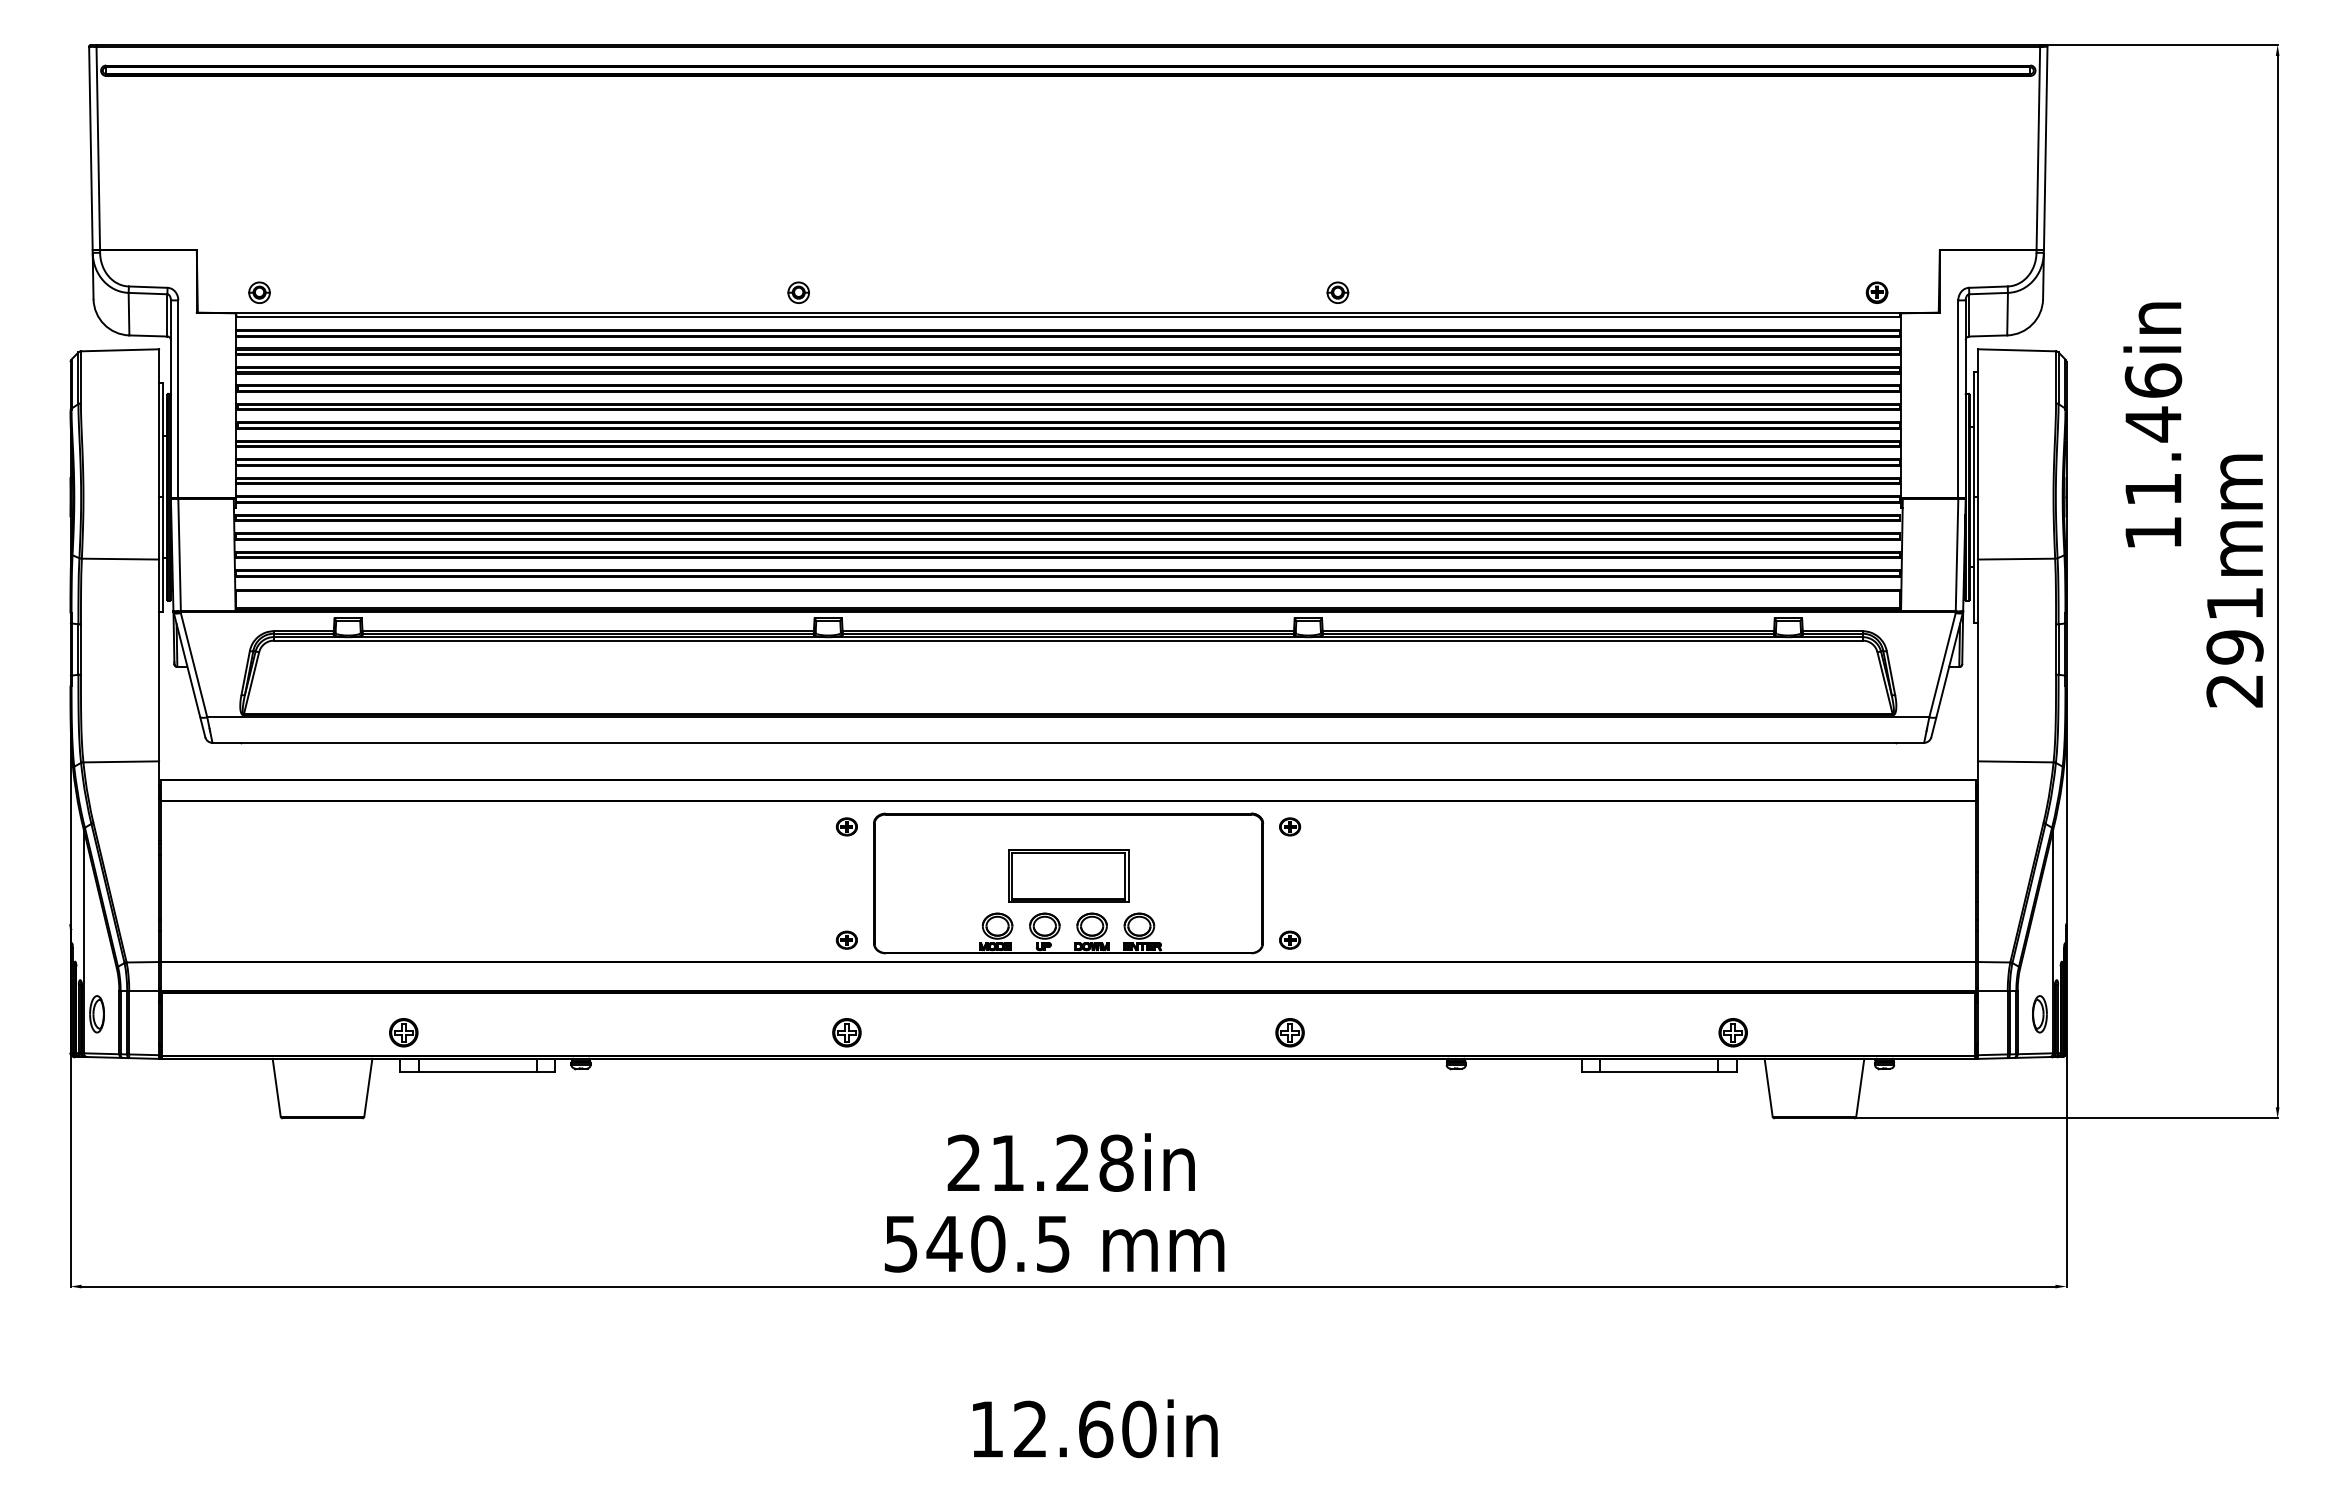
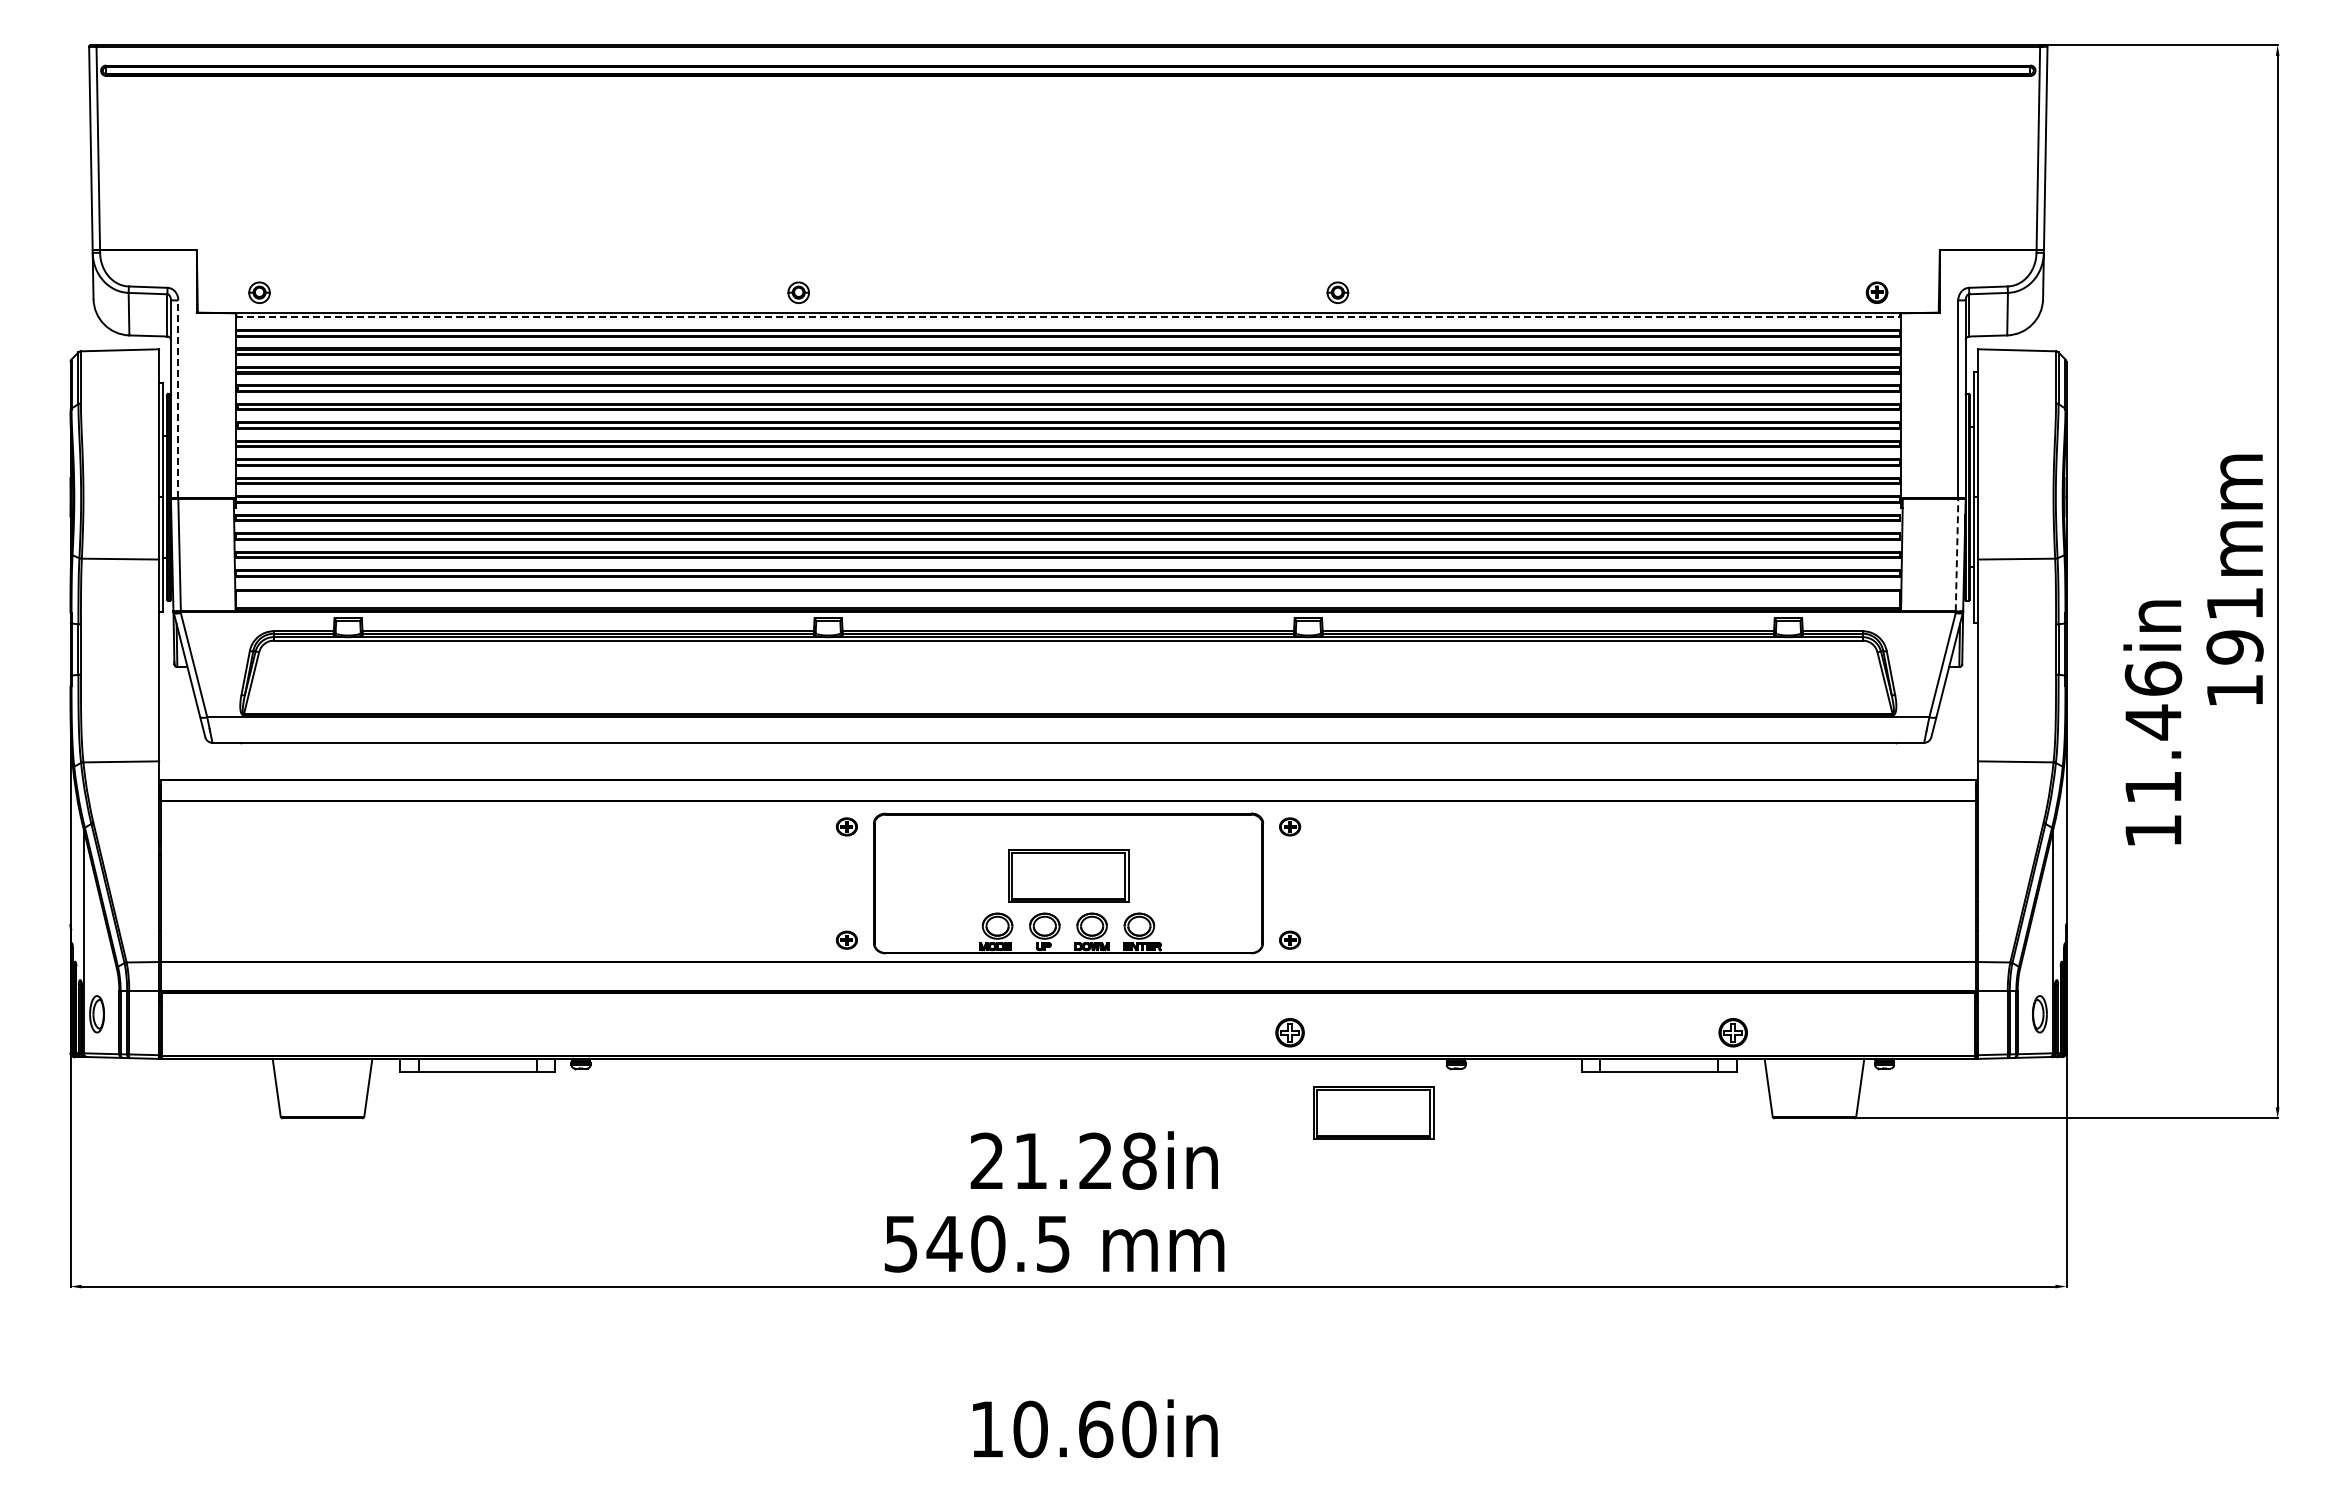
line at (1068, 317): solid -> dashed
line at (178, 399): solid -> dashed
text at (2152, 424) position: (2152, 424) -> (2152, 722)
line at (1957, 554): solid -> dashed
text at (2234, 691): 291mm -> 191mm
part at (403, 1032): present -> none
part at (846, 1032): present -> none
part at (1373, 1112): none -> present
text at (1070, 1162) position: (1070, 1162) -> (1093, 1160)
text at (1030, 1429): 12.60in -> 10.60in
